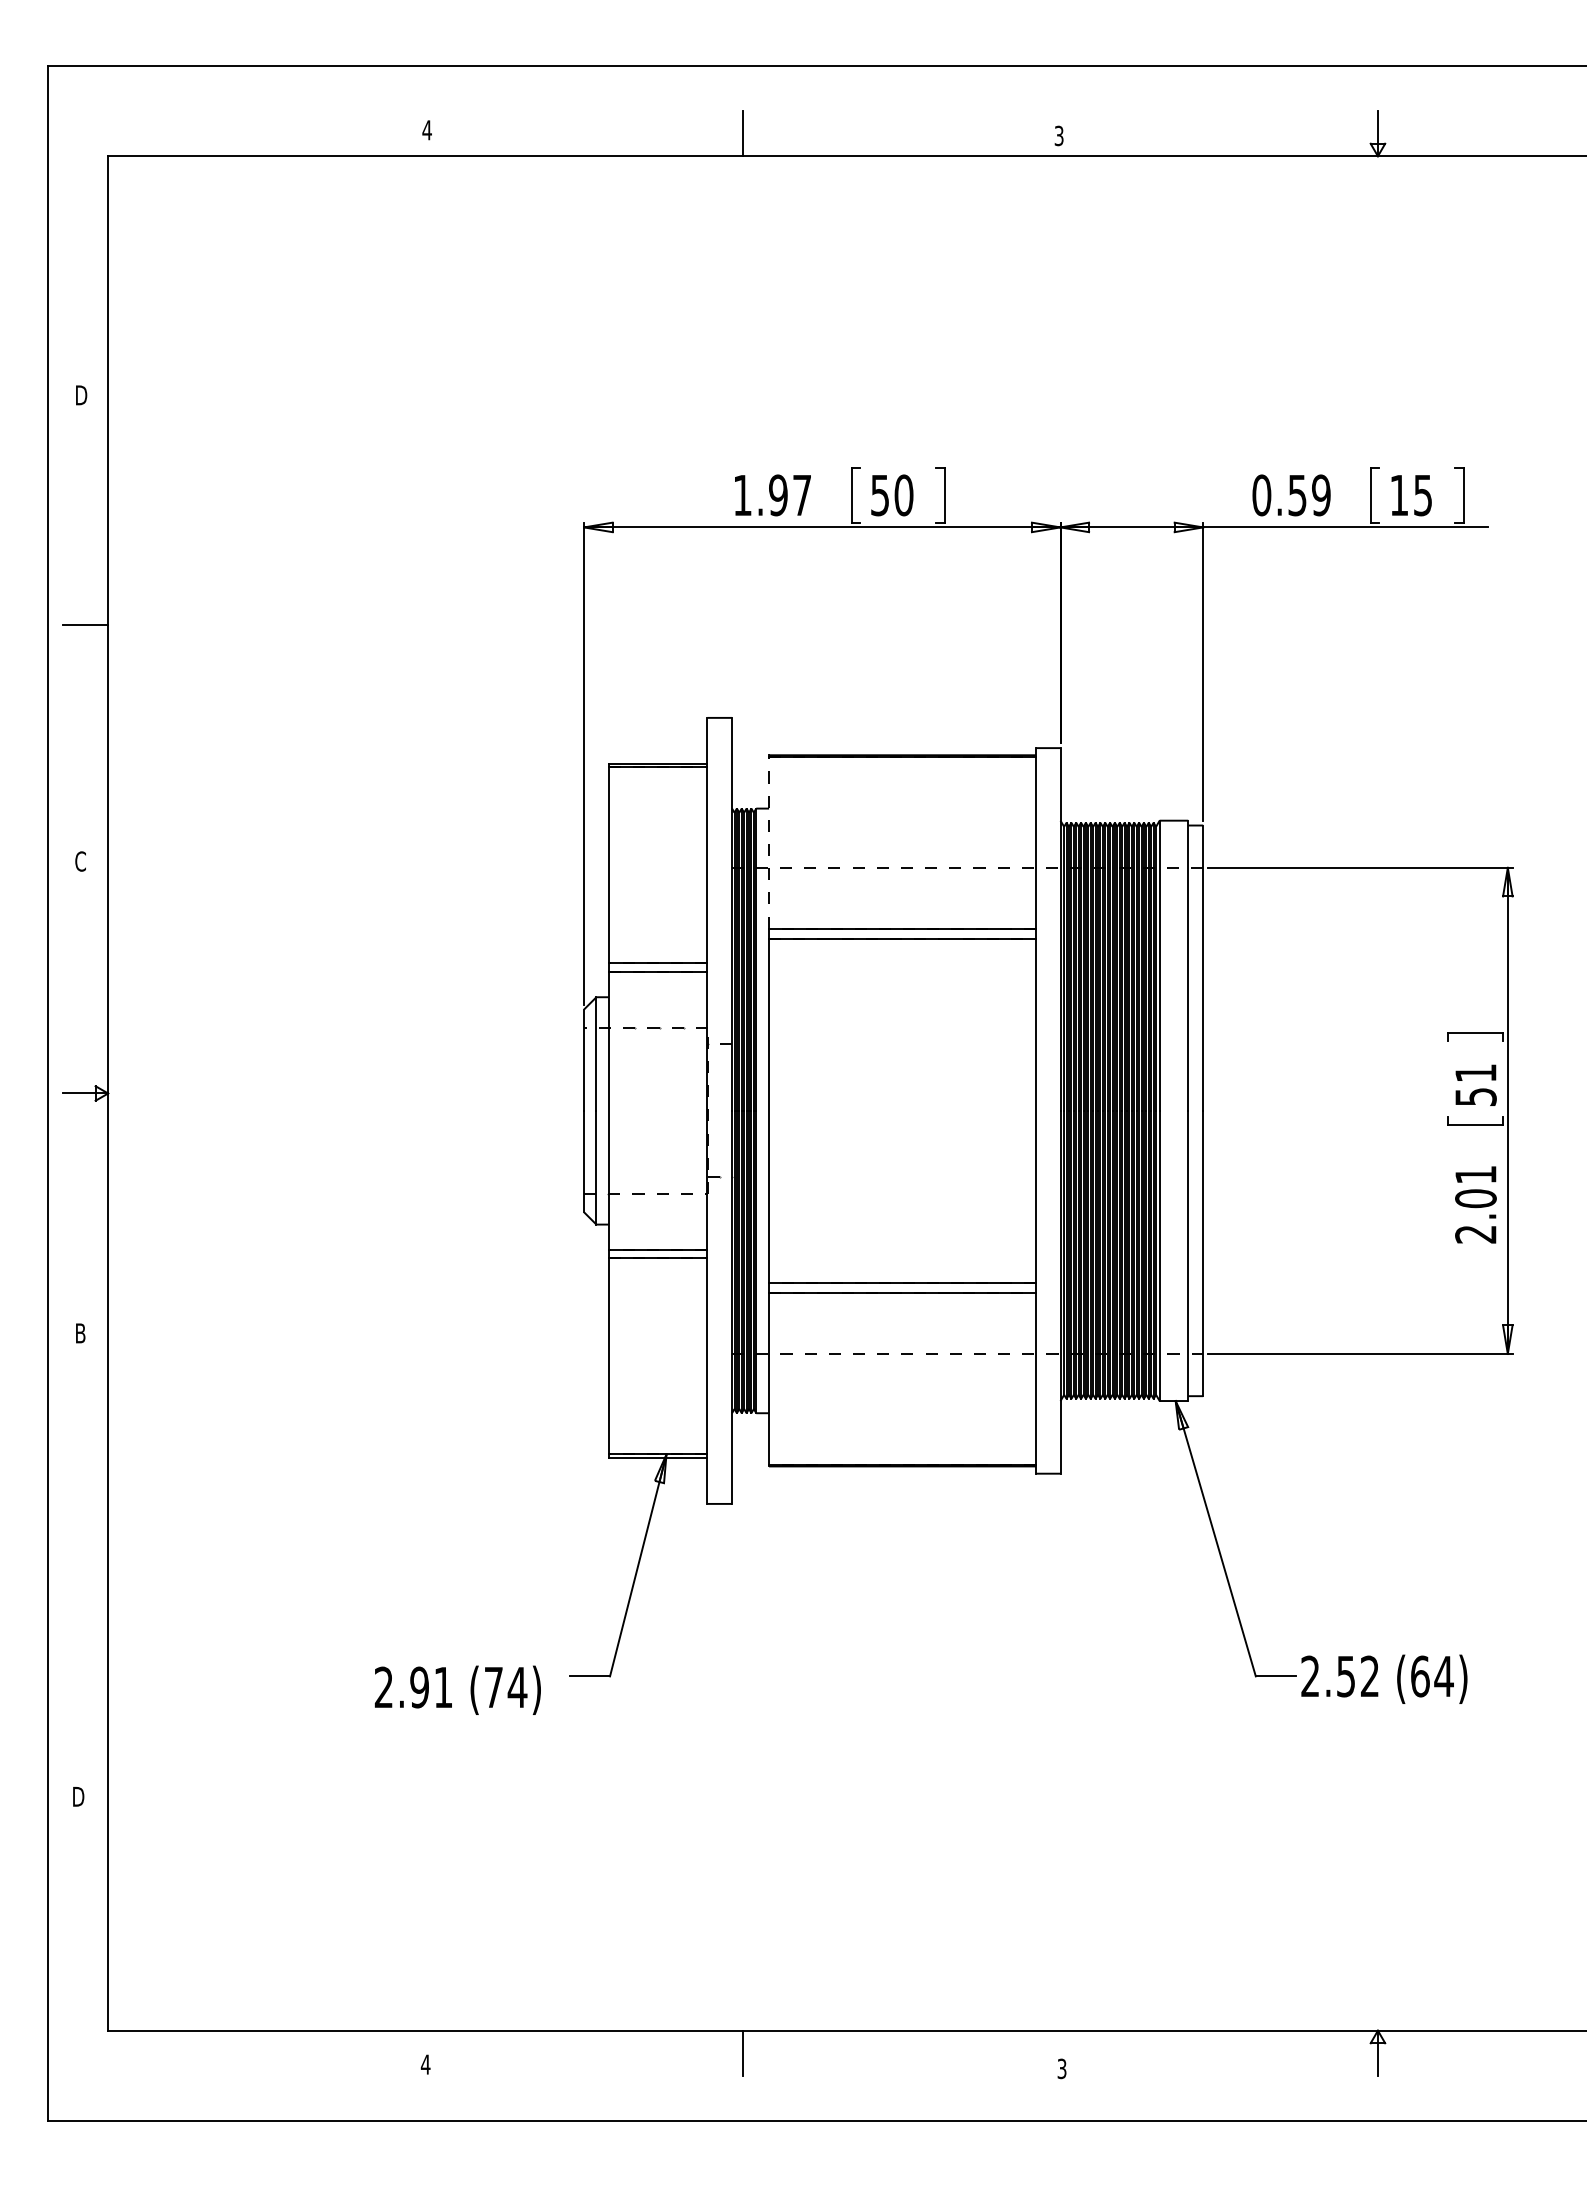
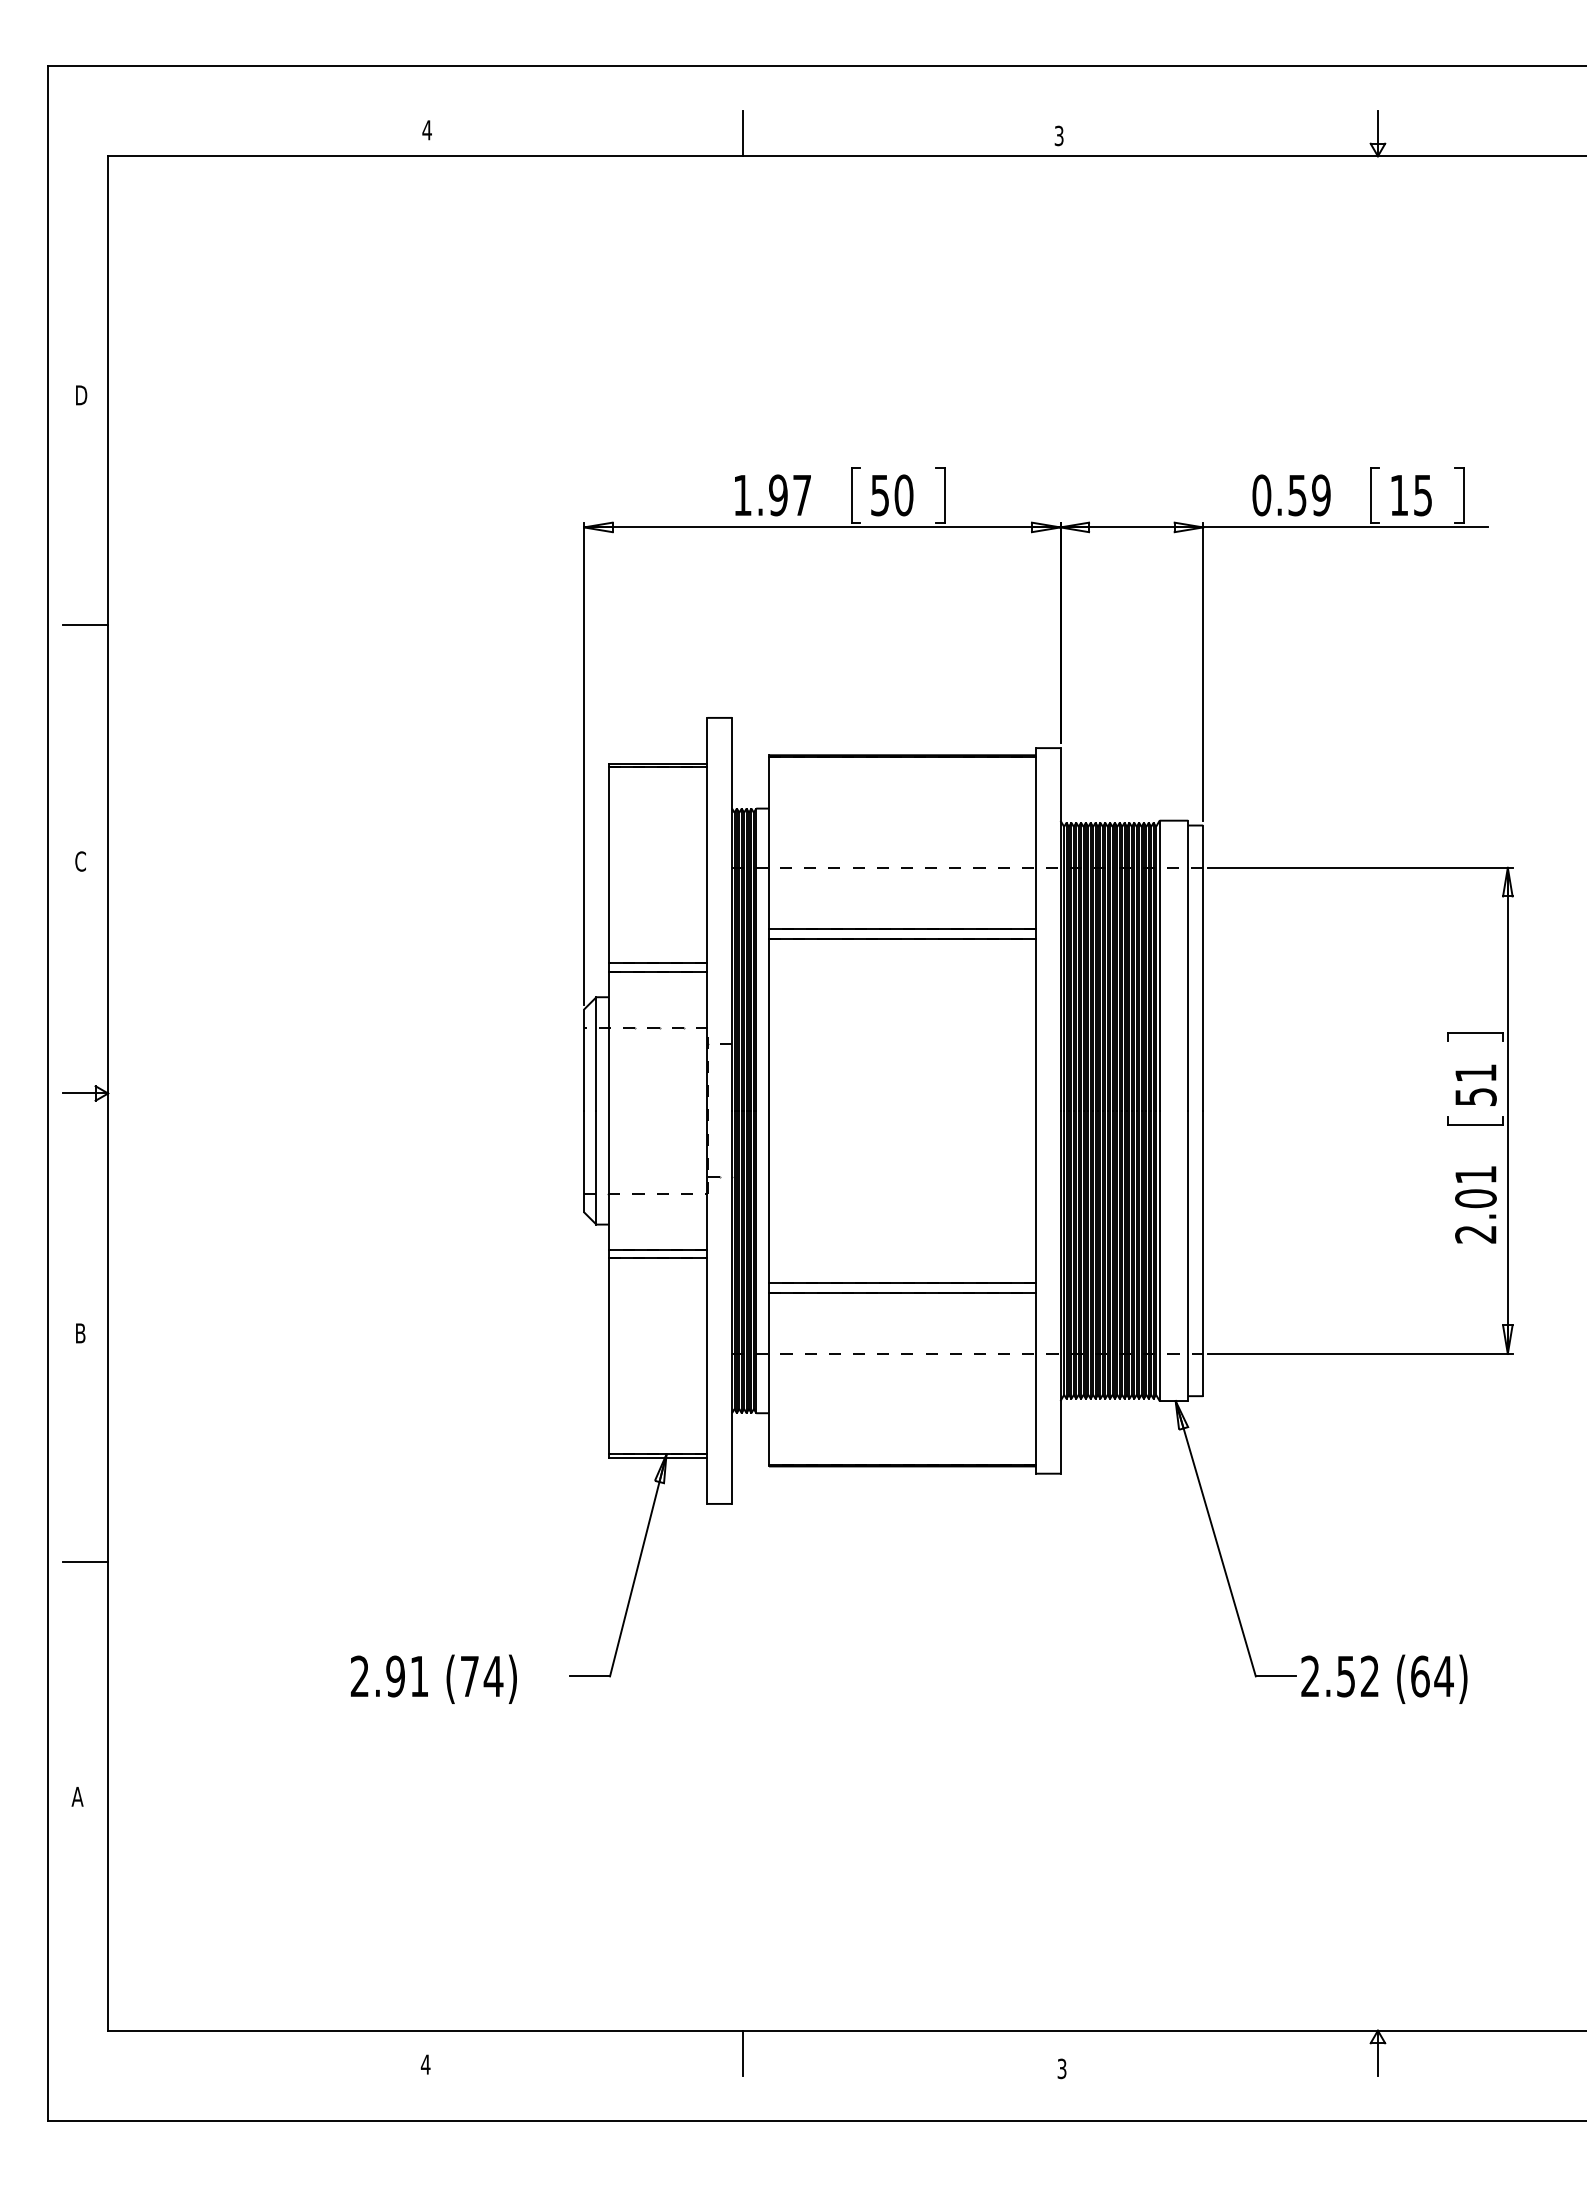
line at (769, 842): dashed -> solid
line at (85, 1562): none -> present
text at (457, 1689) position: (457, 1689) -> (433, 1678)
text at (77, 1796): D -> A
